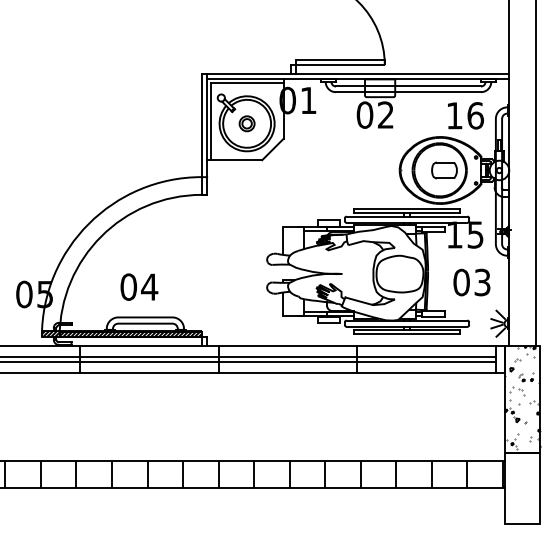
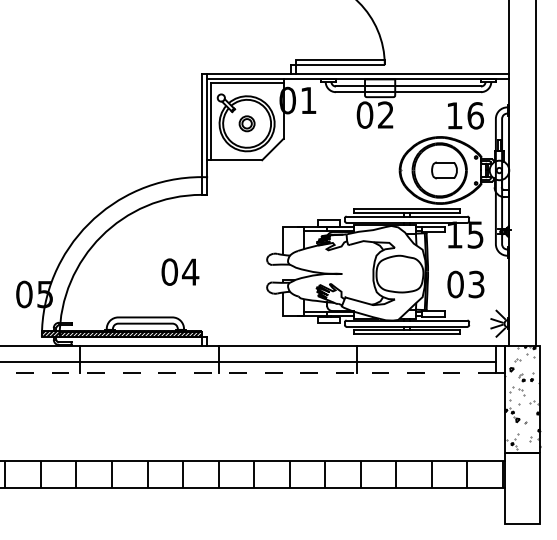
text at (471, 282) position: (471, 282) -> (465, 284)
text at (139, 286) position: (139, 286) -> (180, 271)
line at (248, 356): present -> none
line at (247, 372): solid -> dashed
